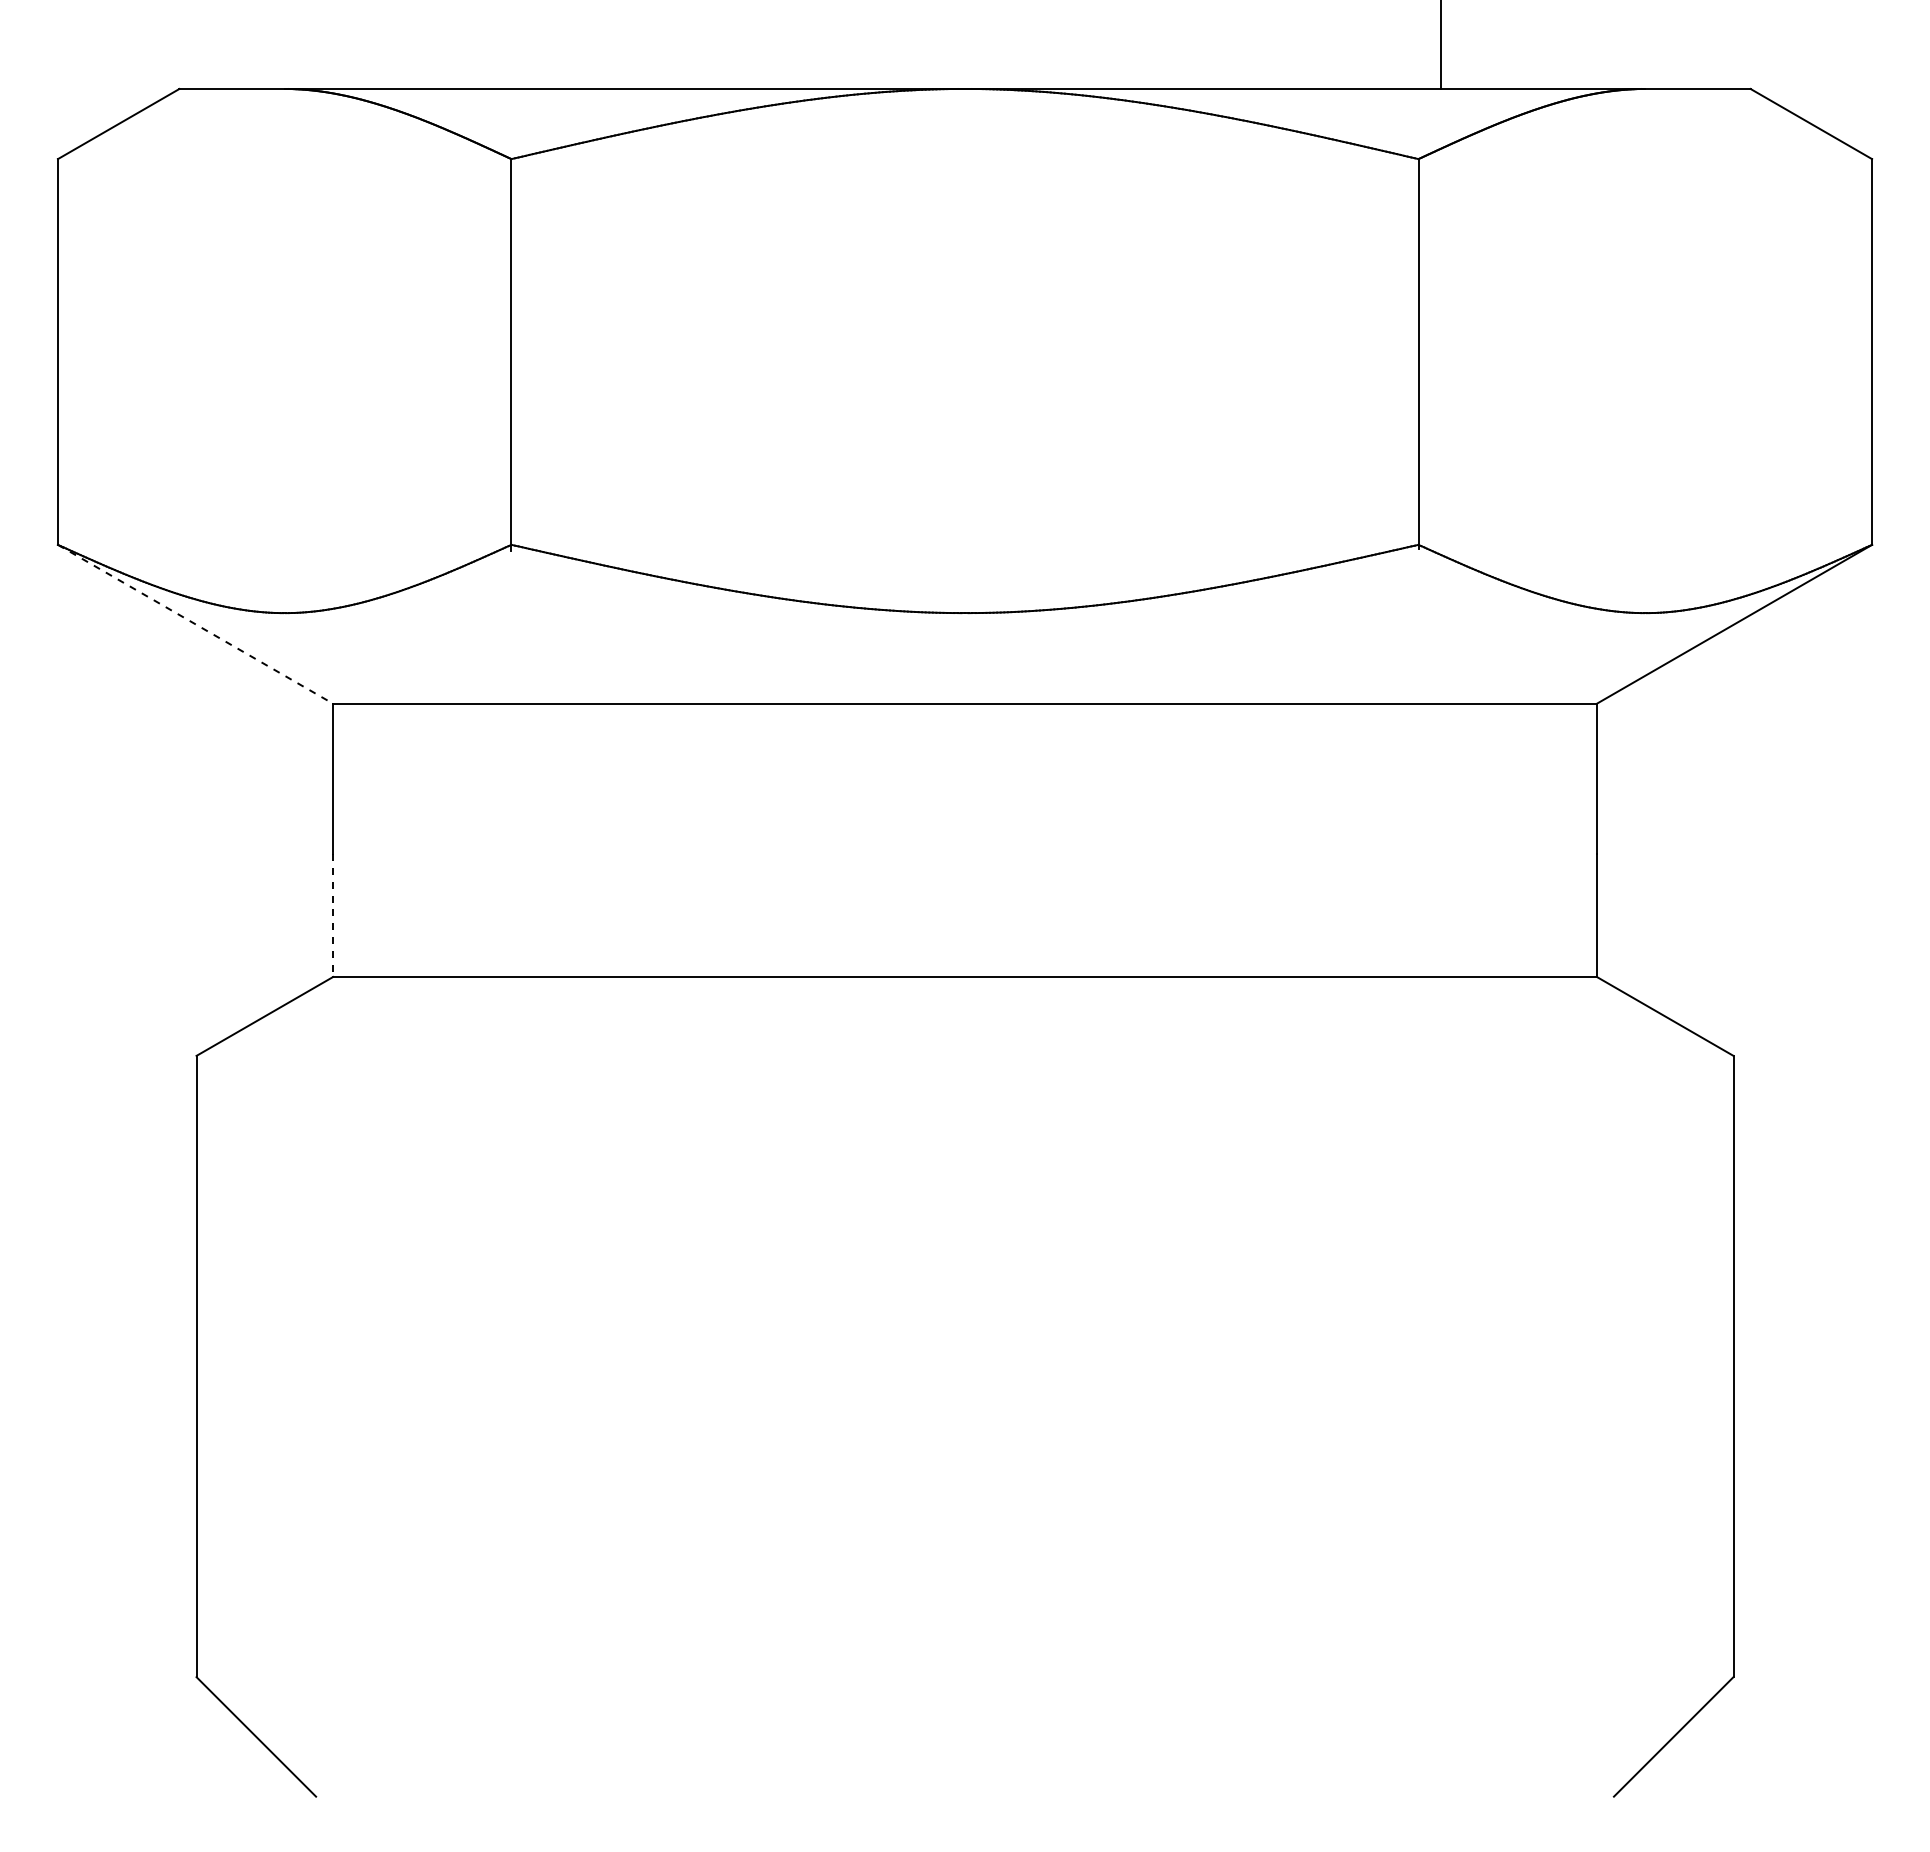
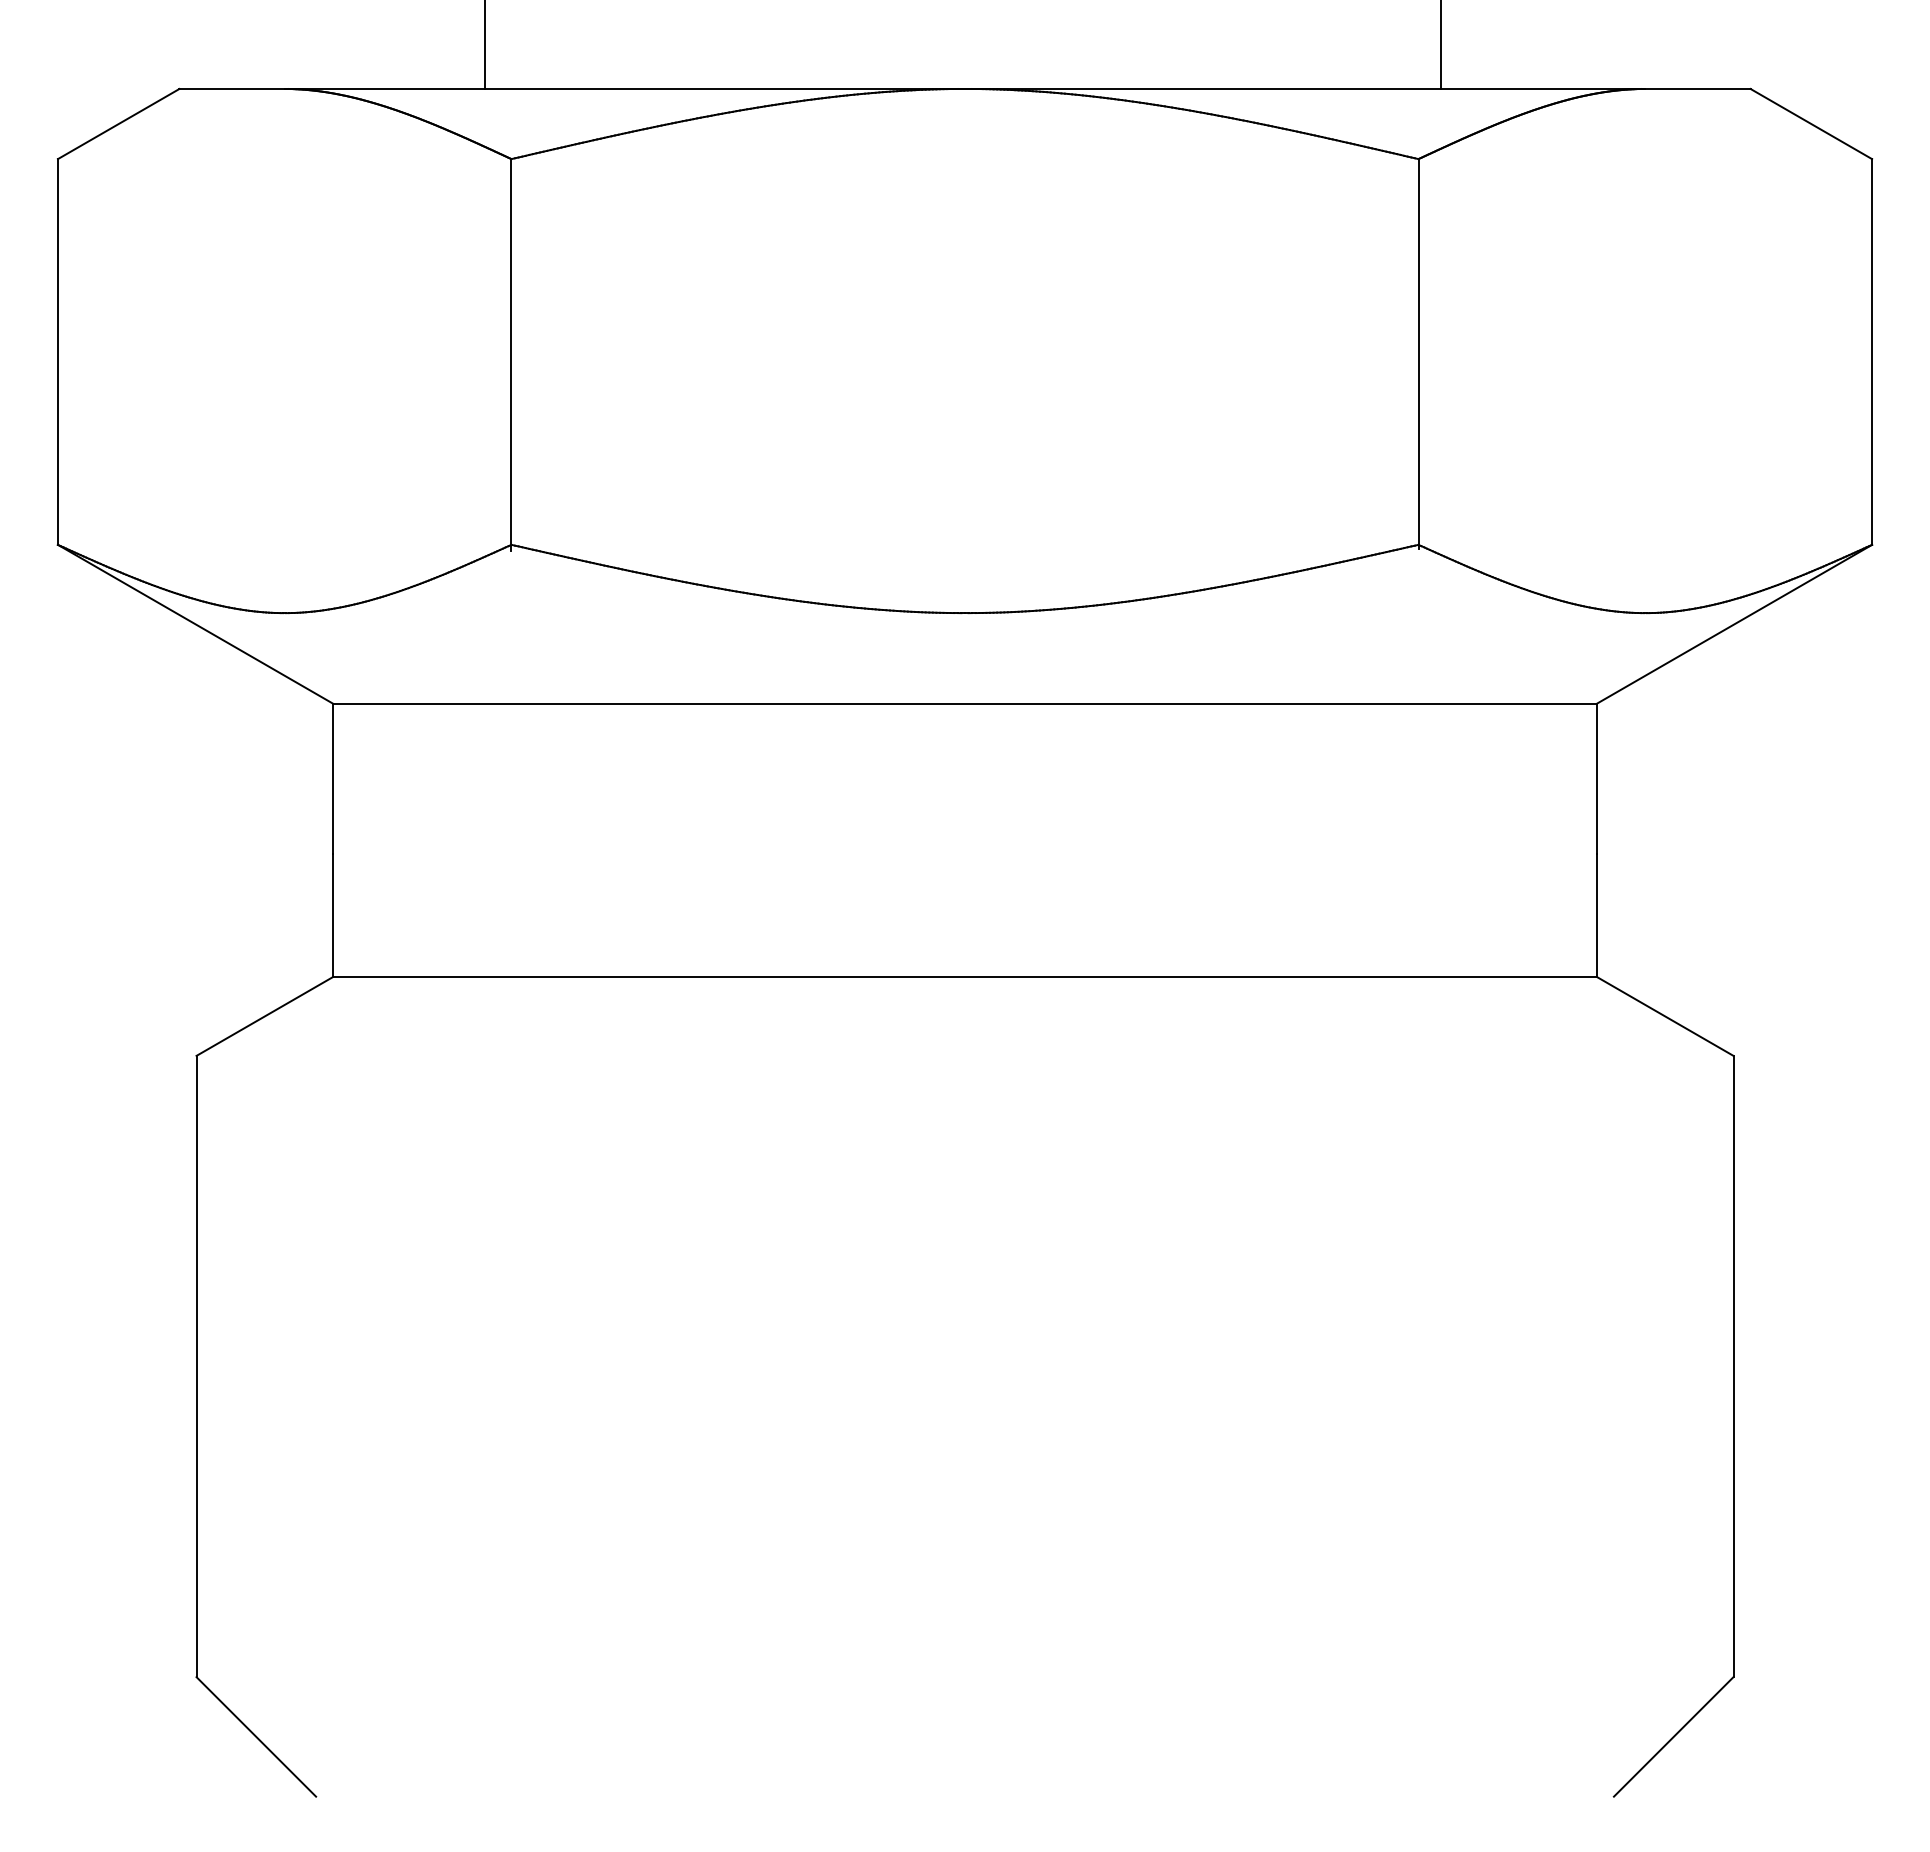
line at (485, 45): none -> present
line at (195, 624): dashed -> solid
line at (333, 916): dashed -> solid
